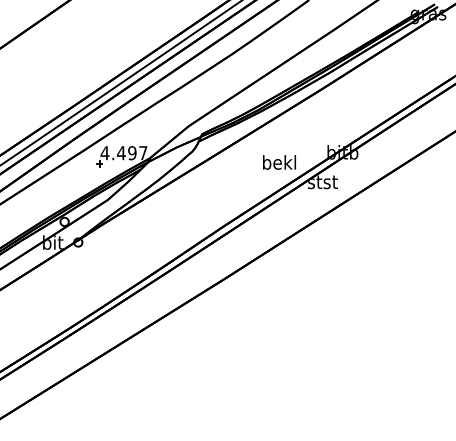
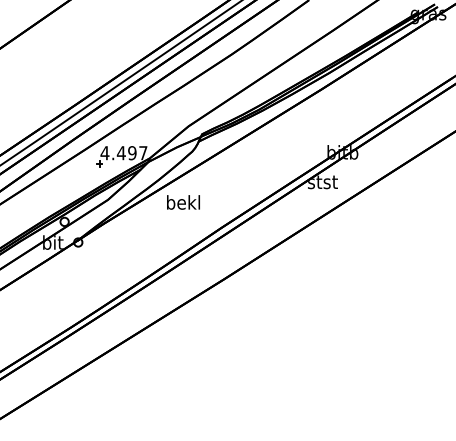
text at (279, 162) position: (279, 162) -> (183, 202)
